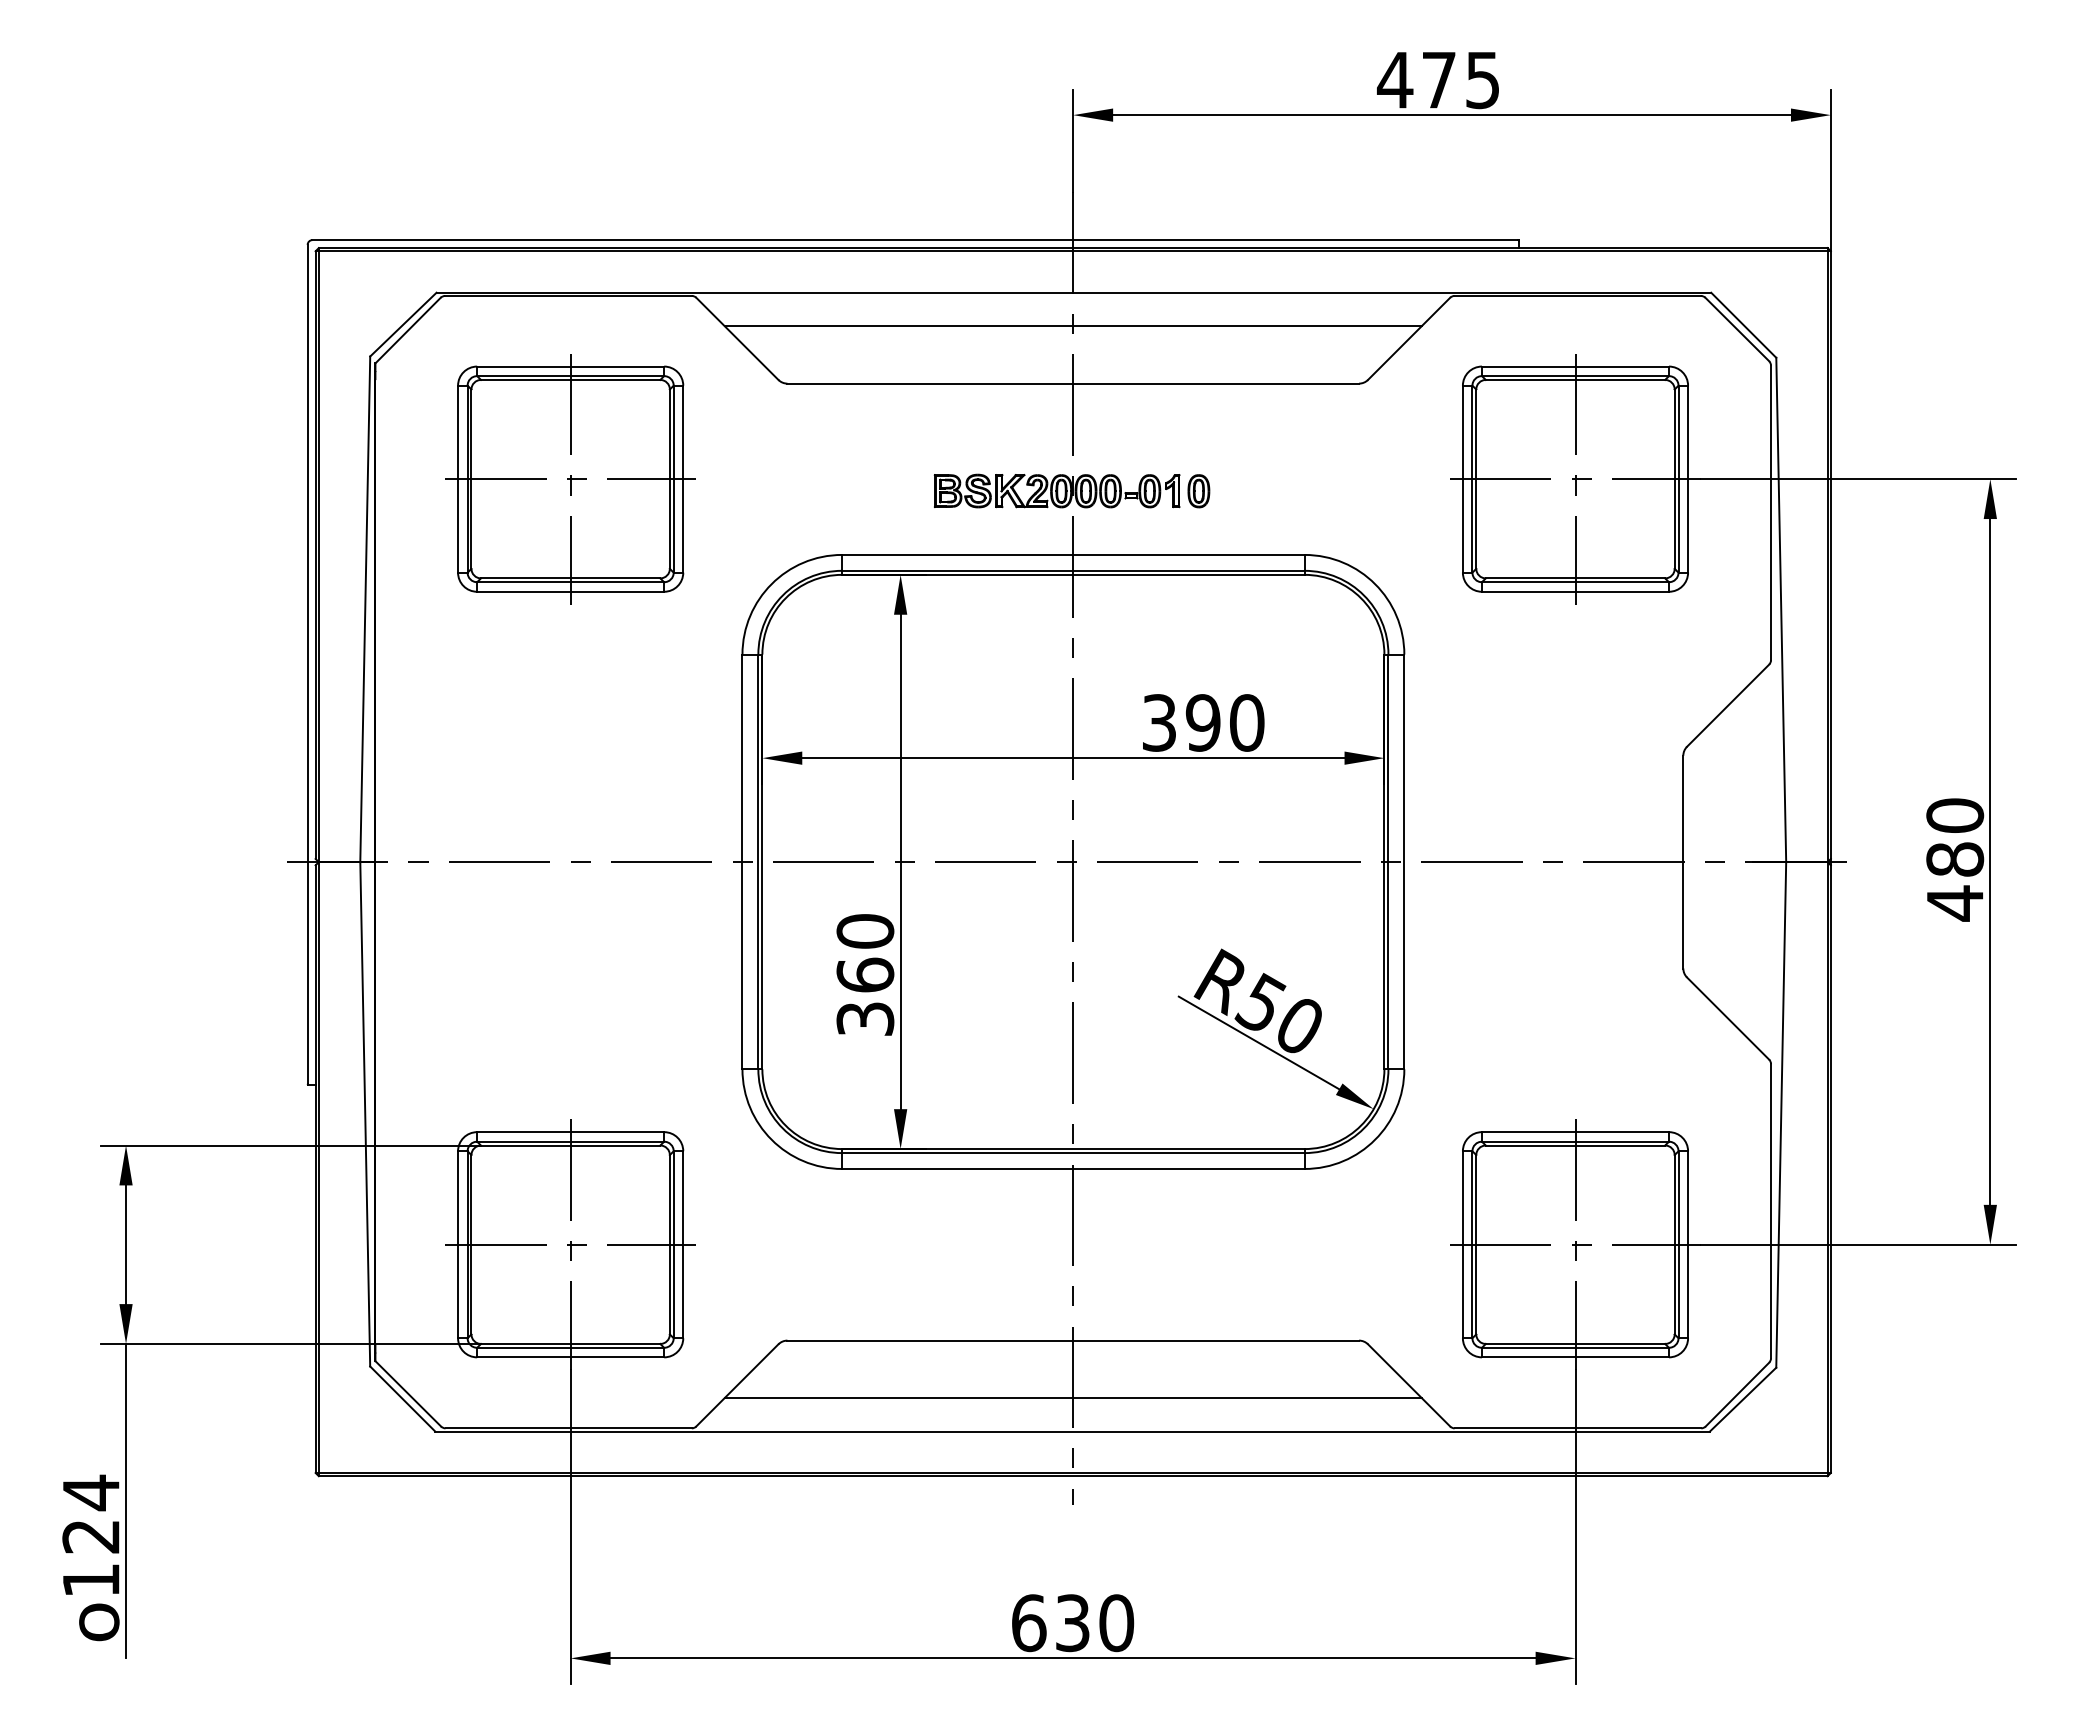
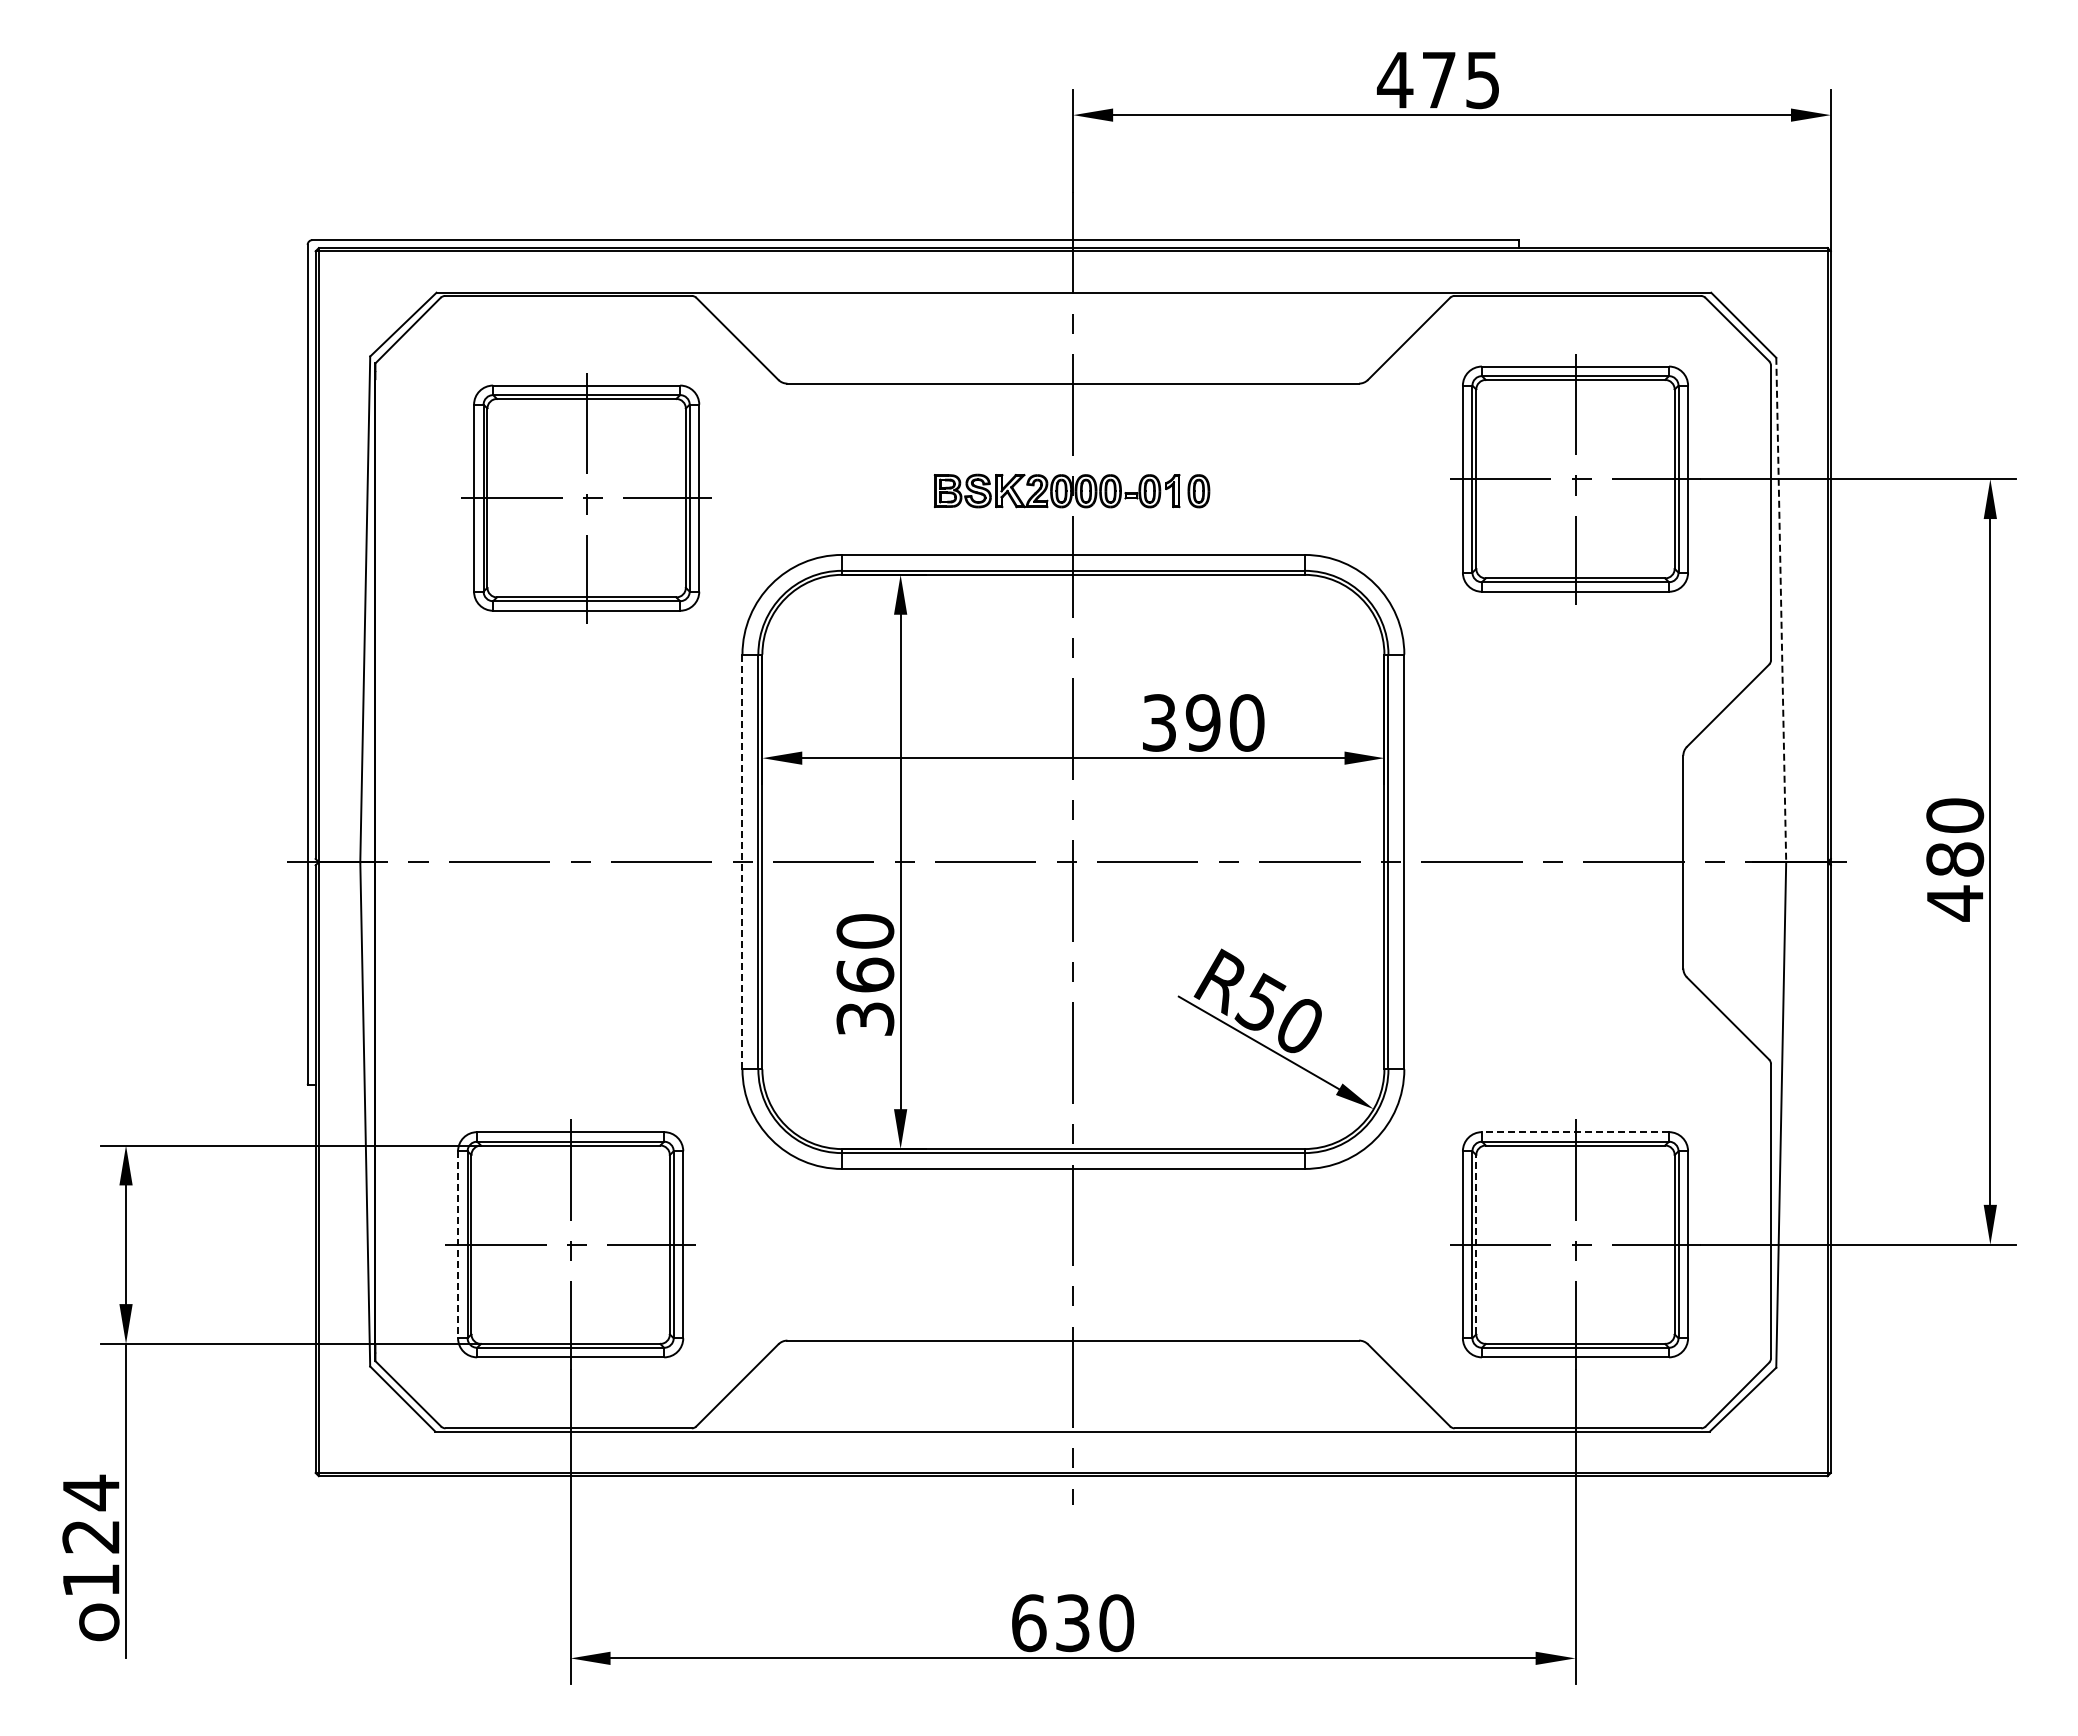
line at (1072, 326): present -> none
part at (570, 479) position: (570, 479) -> (586, 498)
line at (1781, 610): solid -> dashed
line at (742, 862): solid -> dashed
line at (1575, 1132): solid -> dashed
line at (458, 1244): solid -> dashed
line at (1476, 1244): solid -> dashed
line at (1072, 1398): present -> none
